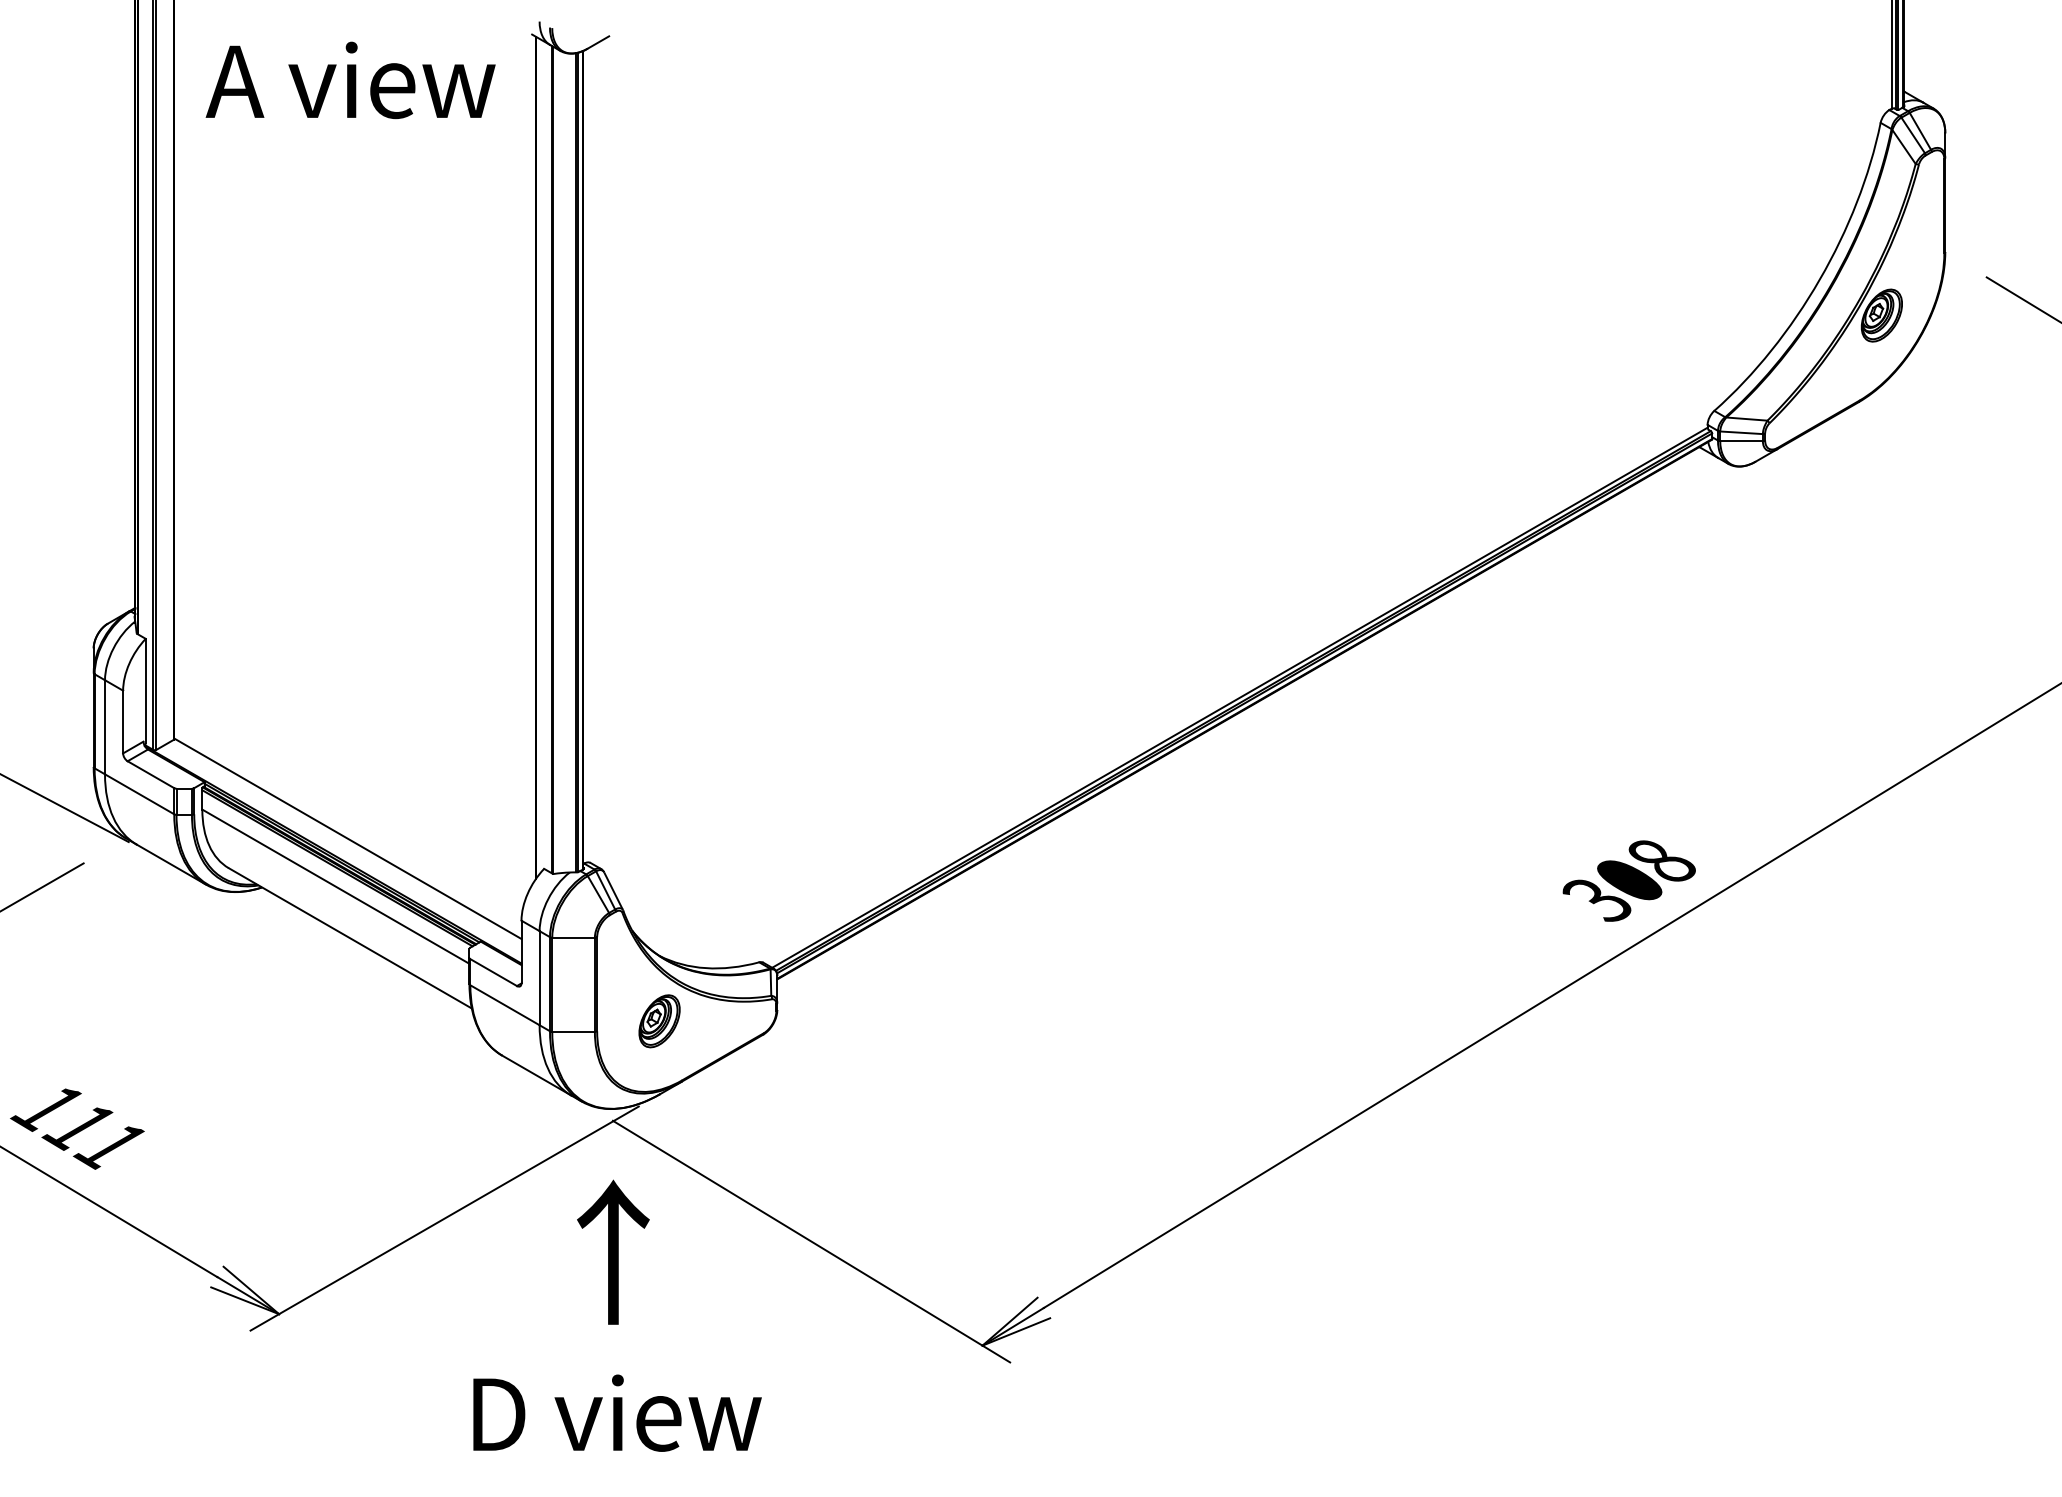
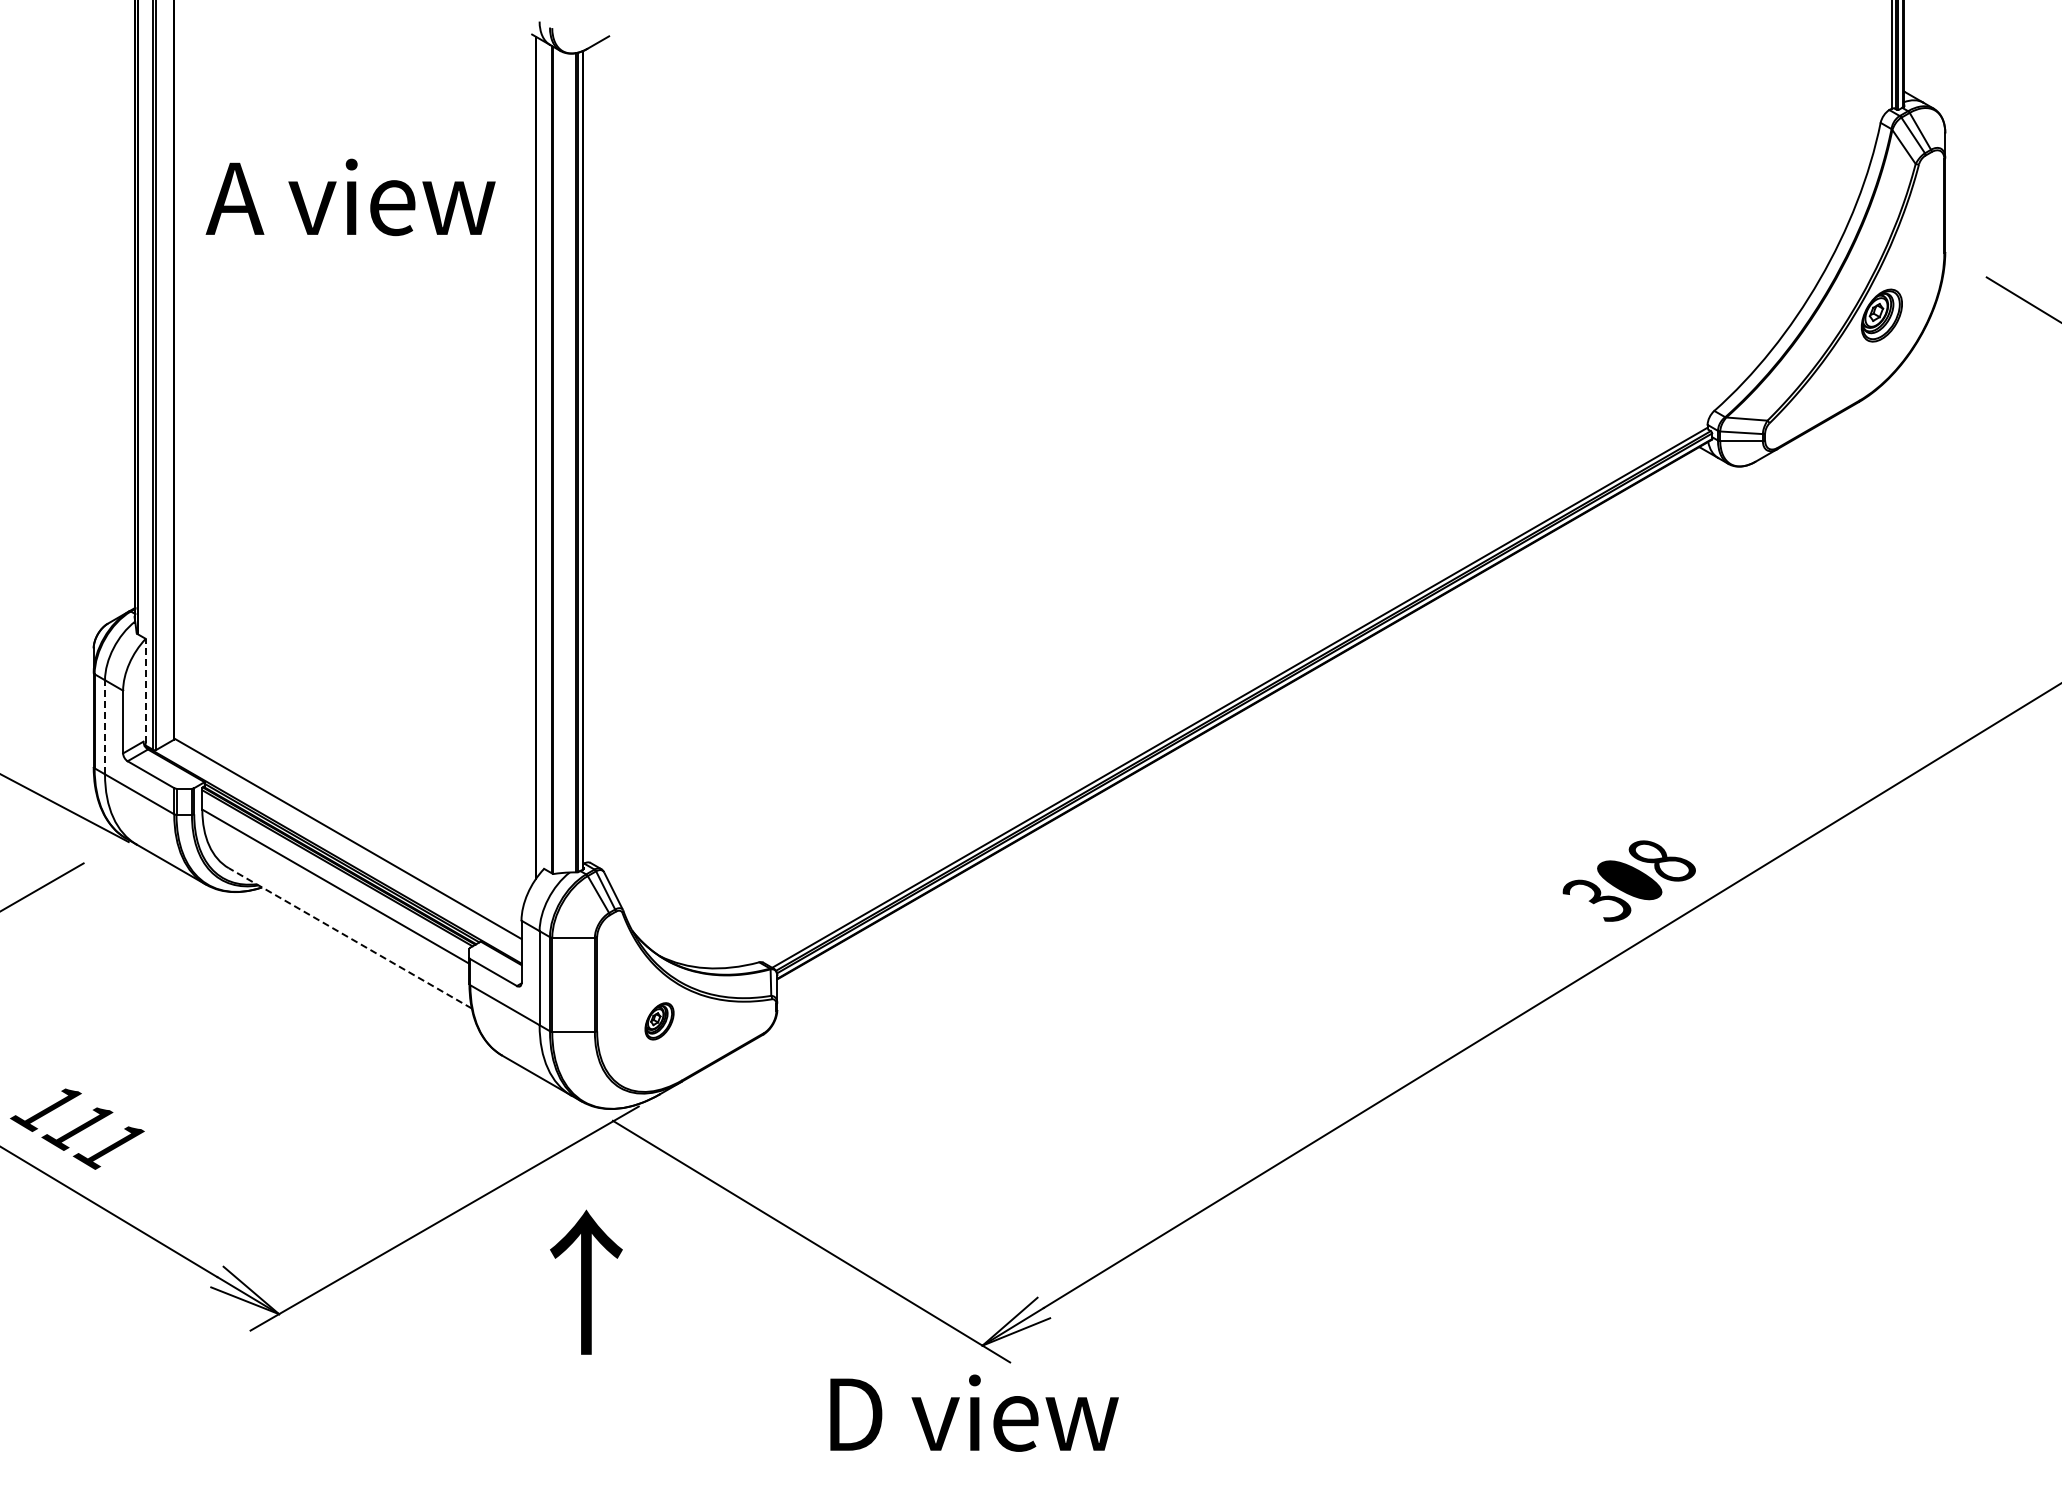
text at (350, 80) position: (350, 80) -> (350, 197)
line at (145, 690): solid -> dashed
line at (105, 726): solid -> dashed
line at (349, 938): solid -> dashed
part at (659, 1021) size: 43x55 px -> 31x39 px
text at (613, 1251) position: (613, 1251) -> (586, 1281)
text at (617, 1412) position: (617, 1412) -> (974, 1412)
